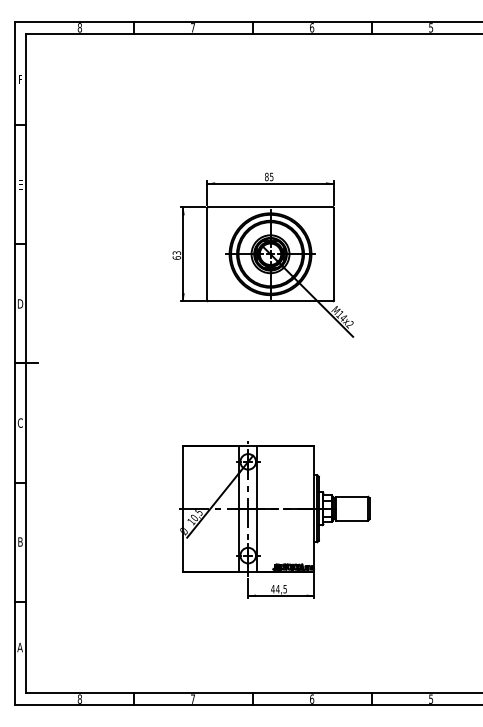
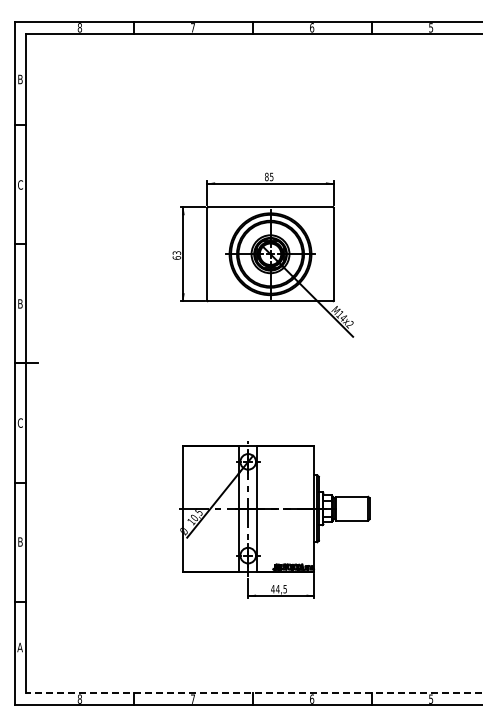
text at (20, 79): F -> B
text at (20, 184): E -> C
text at (20, 303): D -> B
line at (254, 693): solid -> dashed
